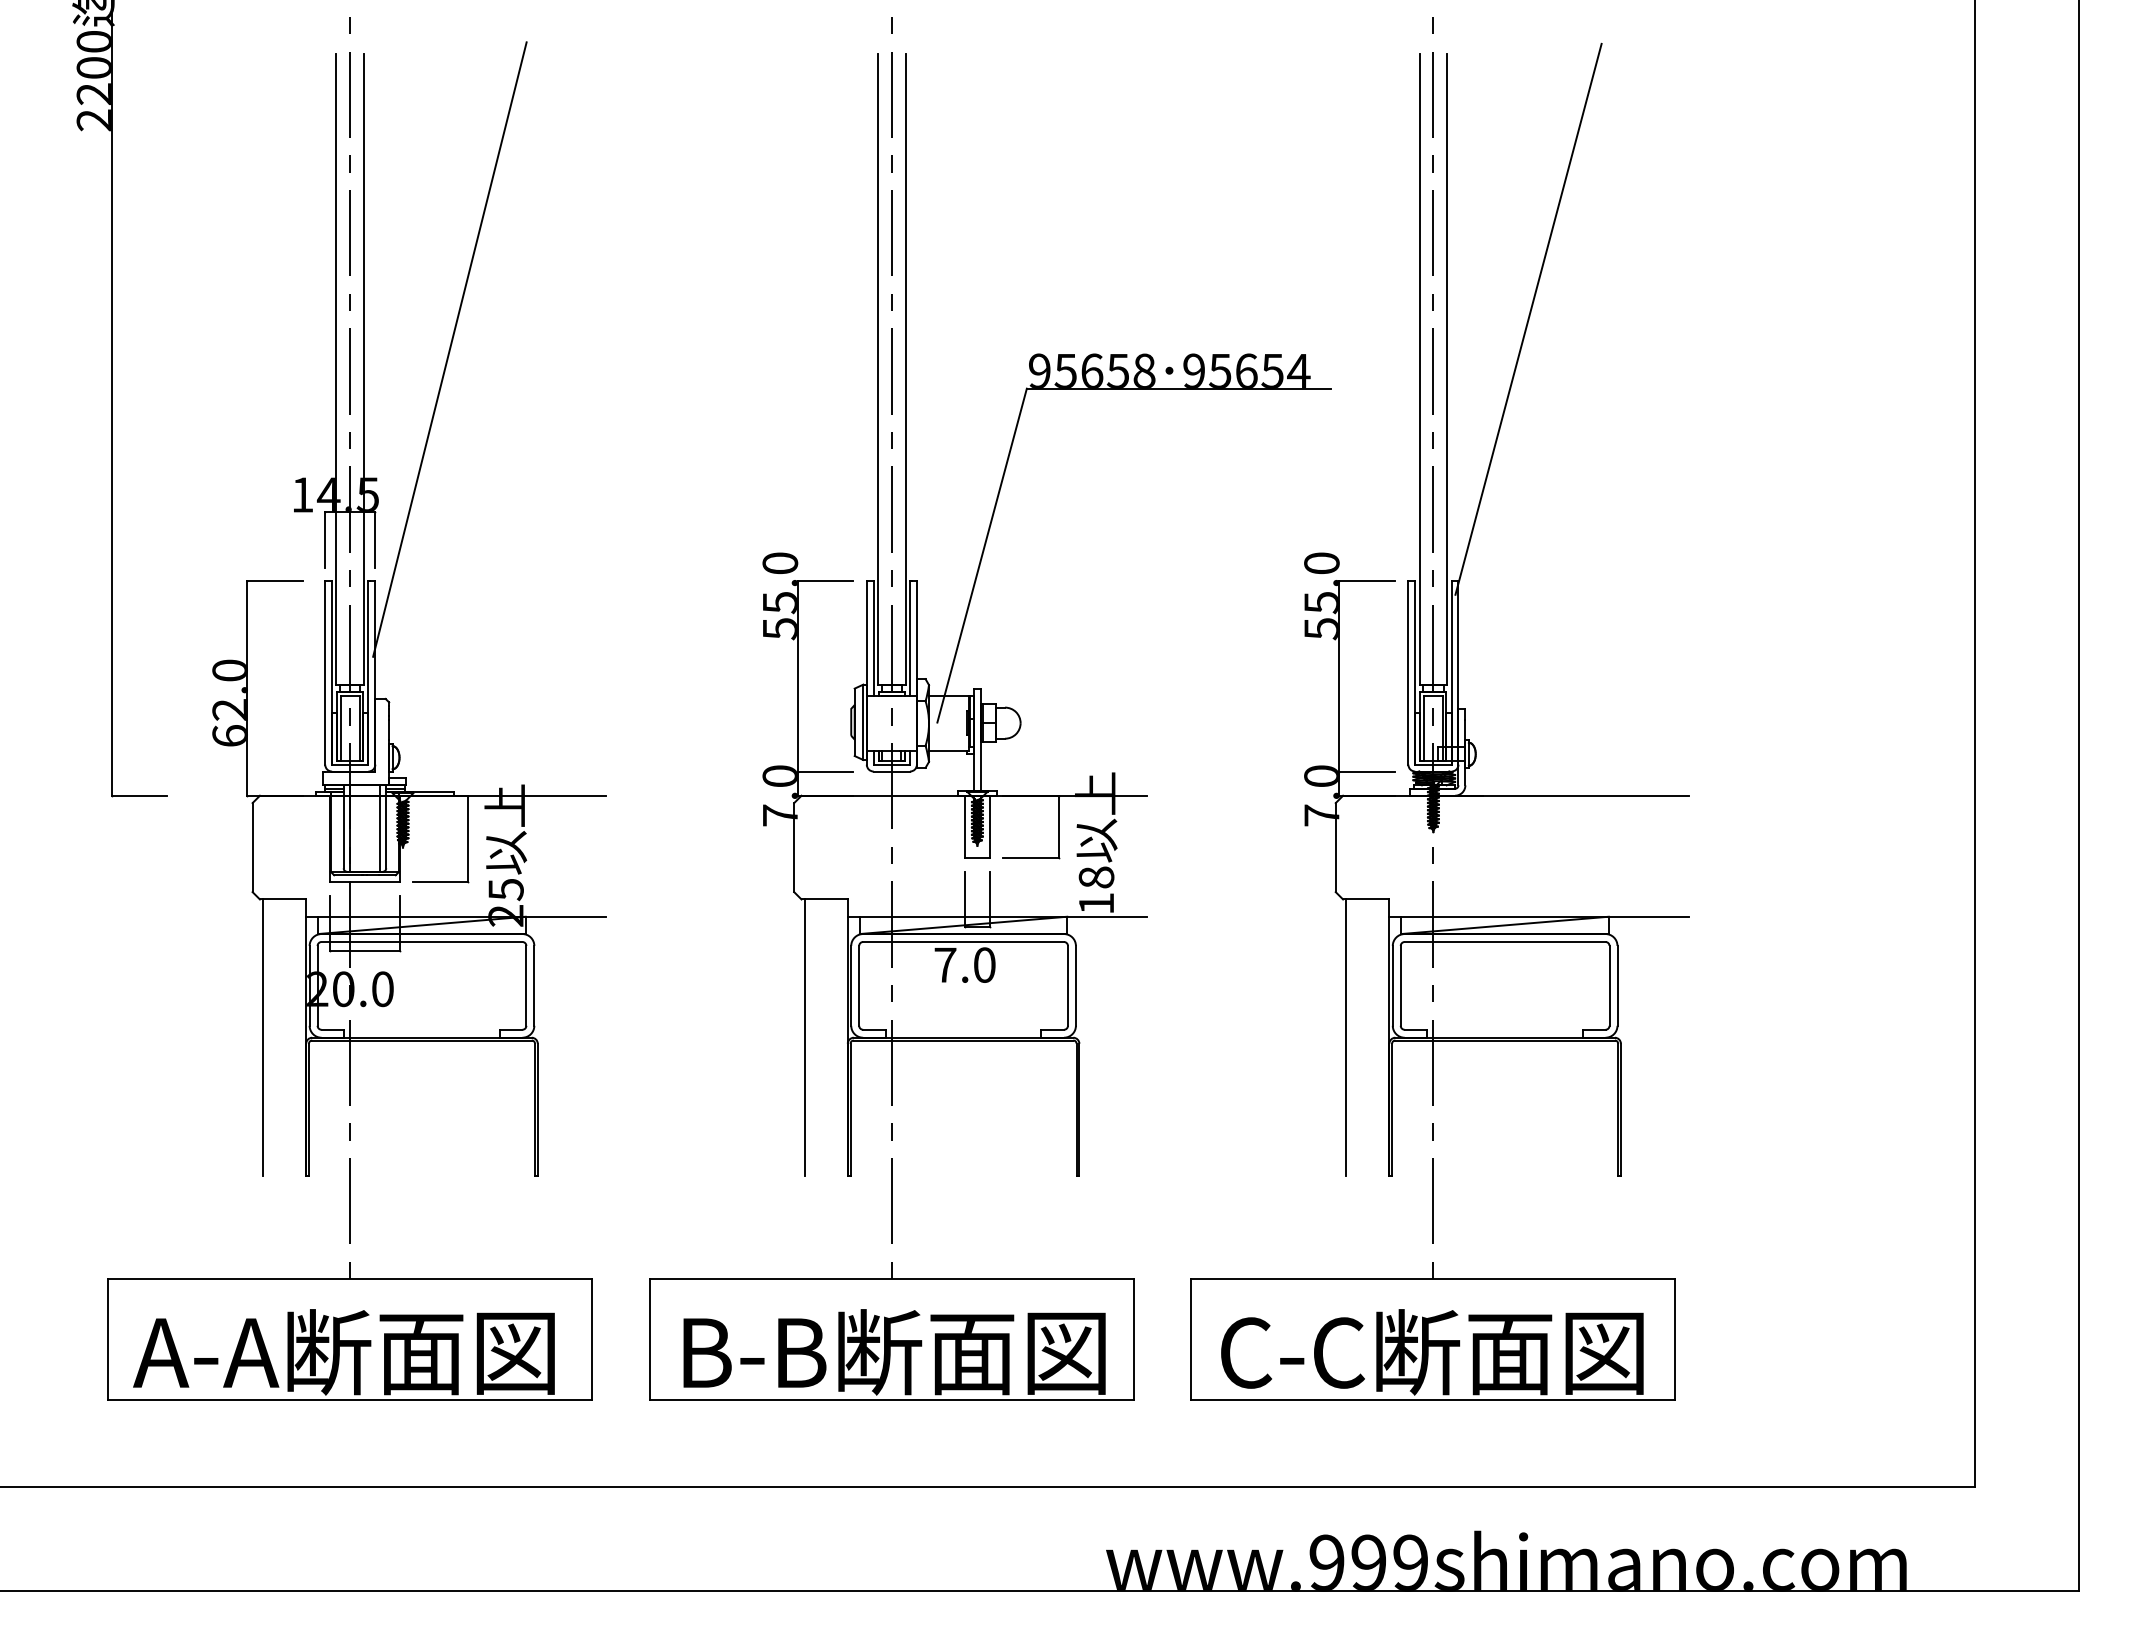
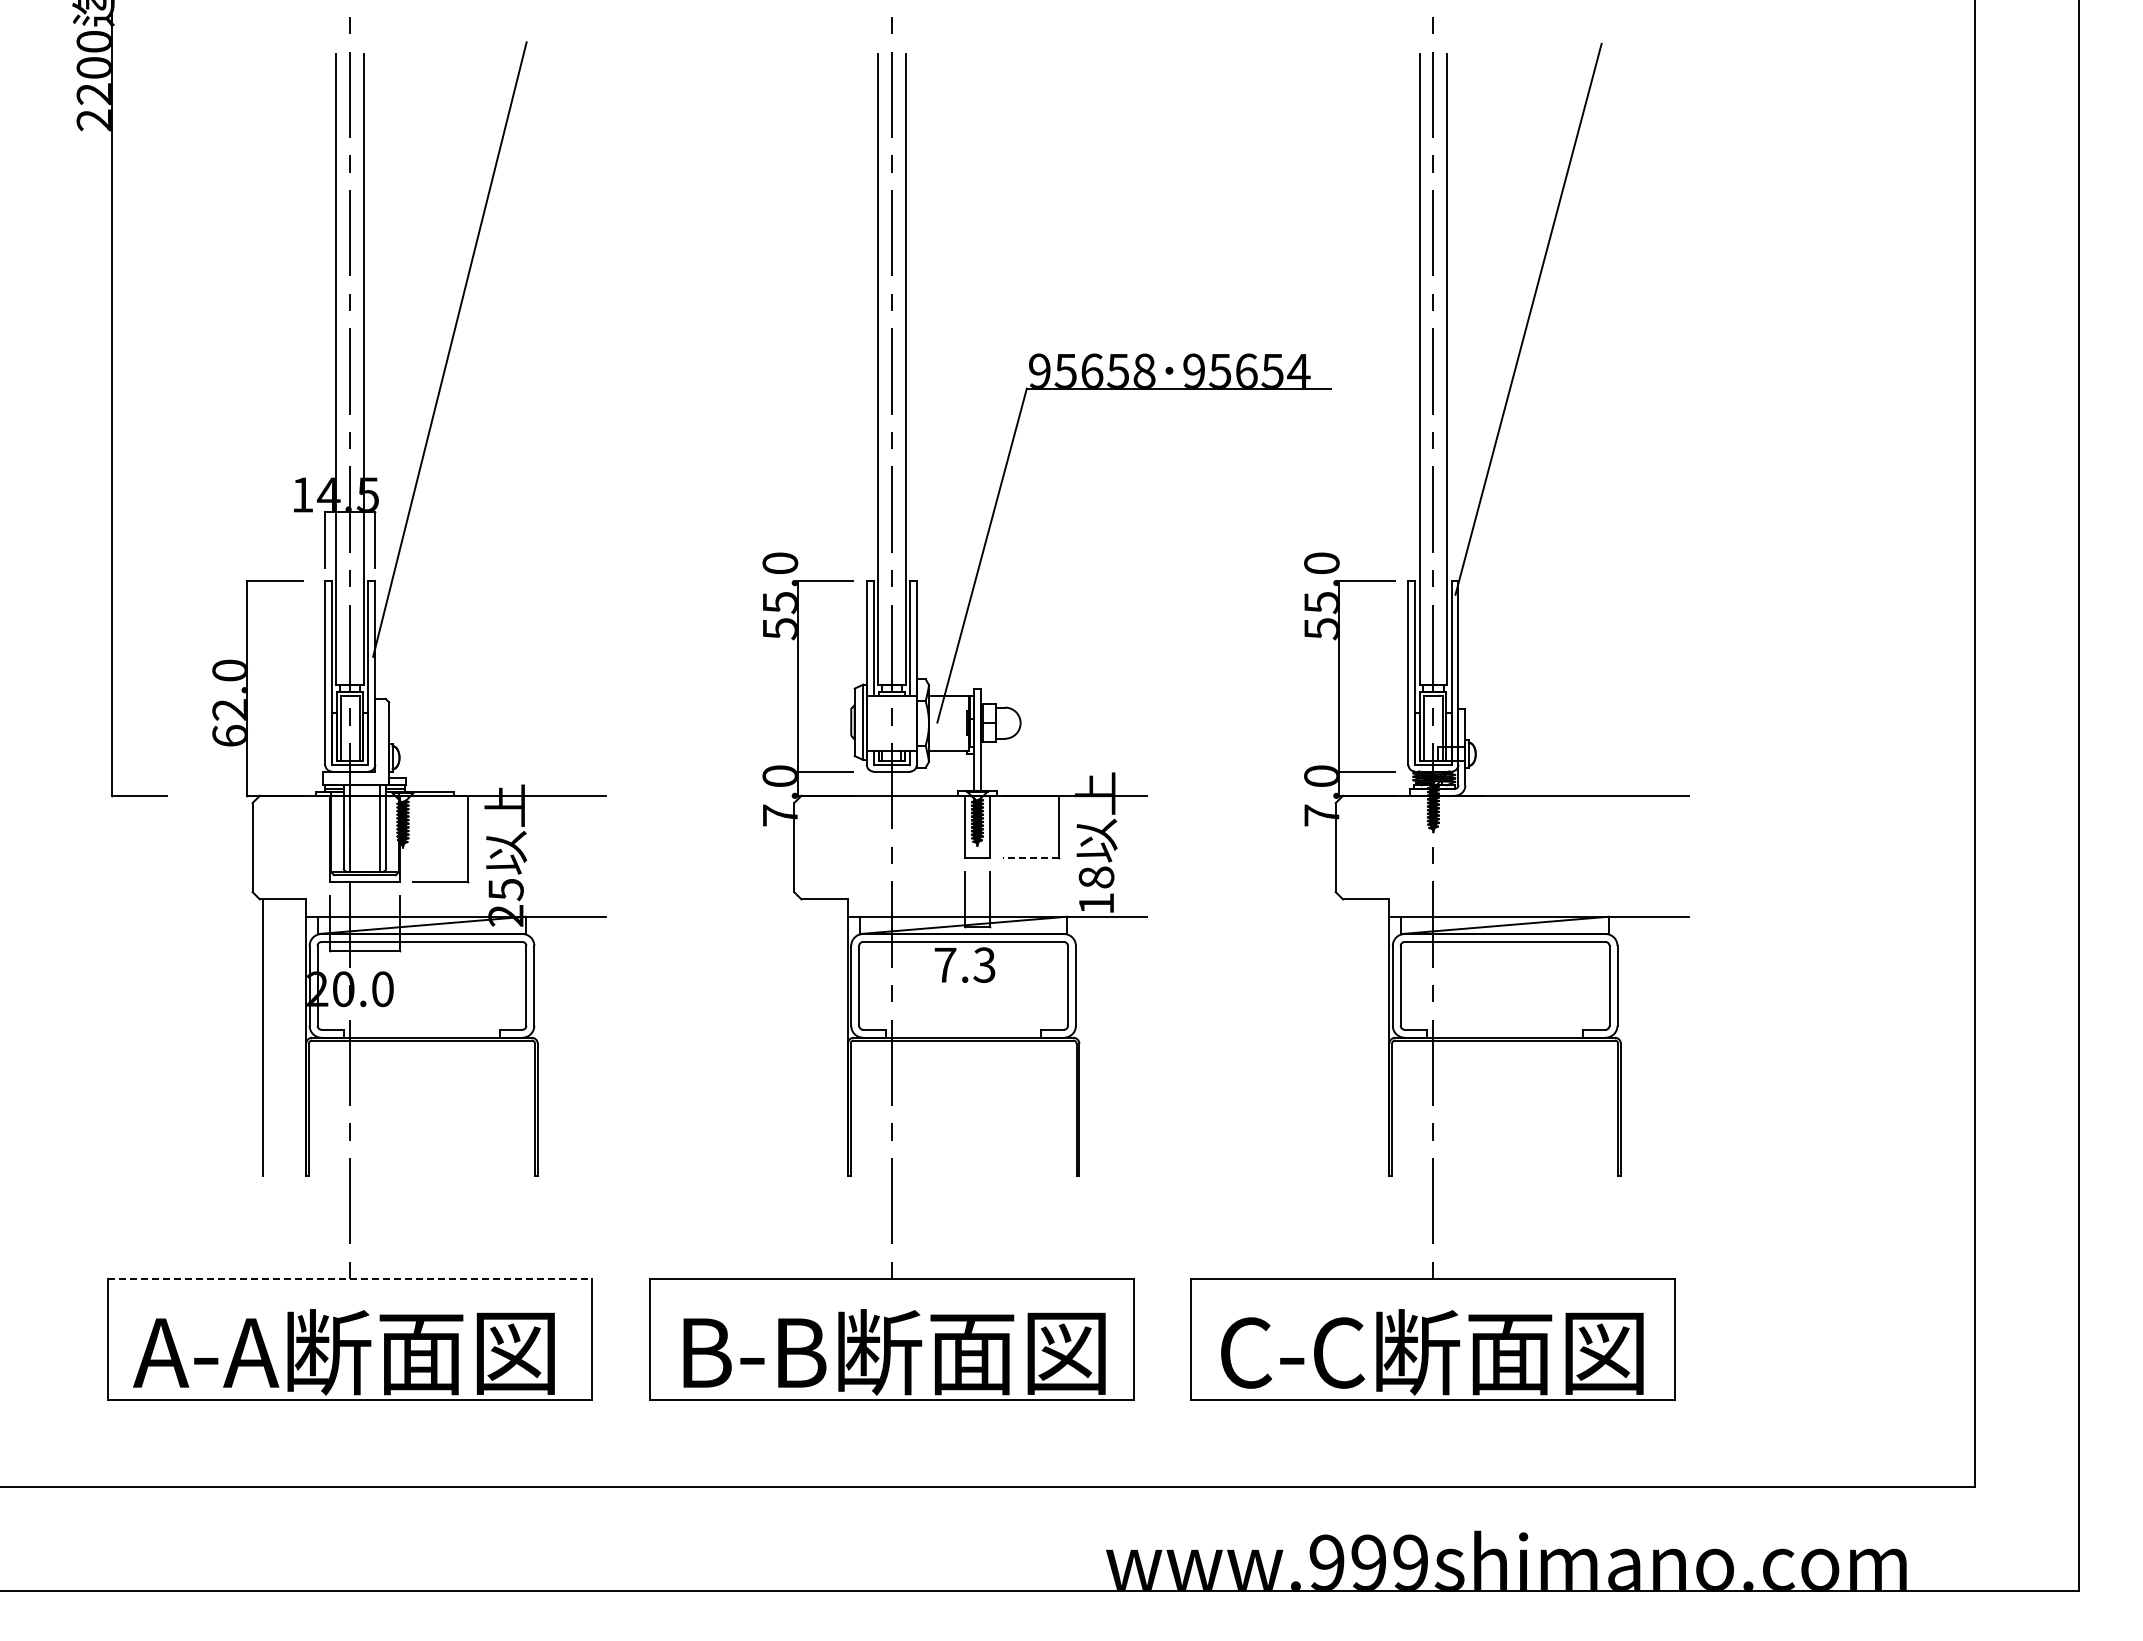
line at (1031, 857): solid -> dashed
text at (984, 964): 7.0 -> 7.3
line at (804, 1037): present -> none
line at (1346, 1037): present -> none
line at (350, 1278): solid -> dashed
